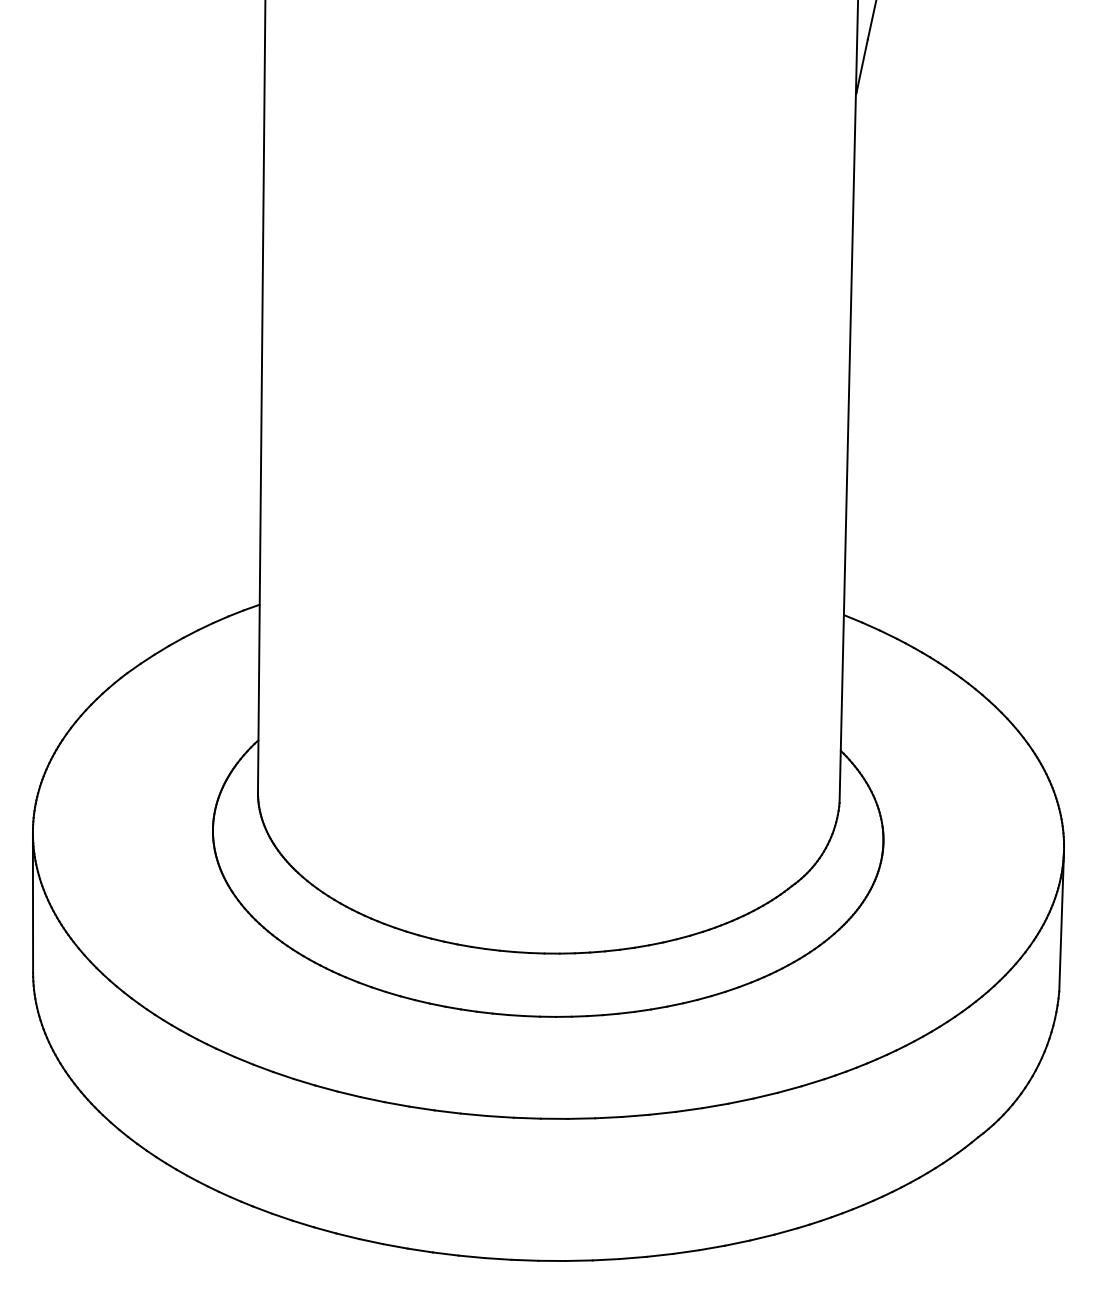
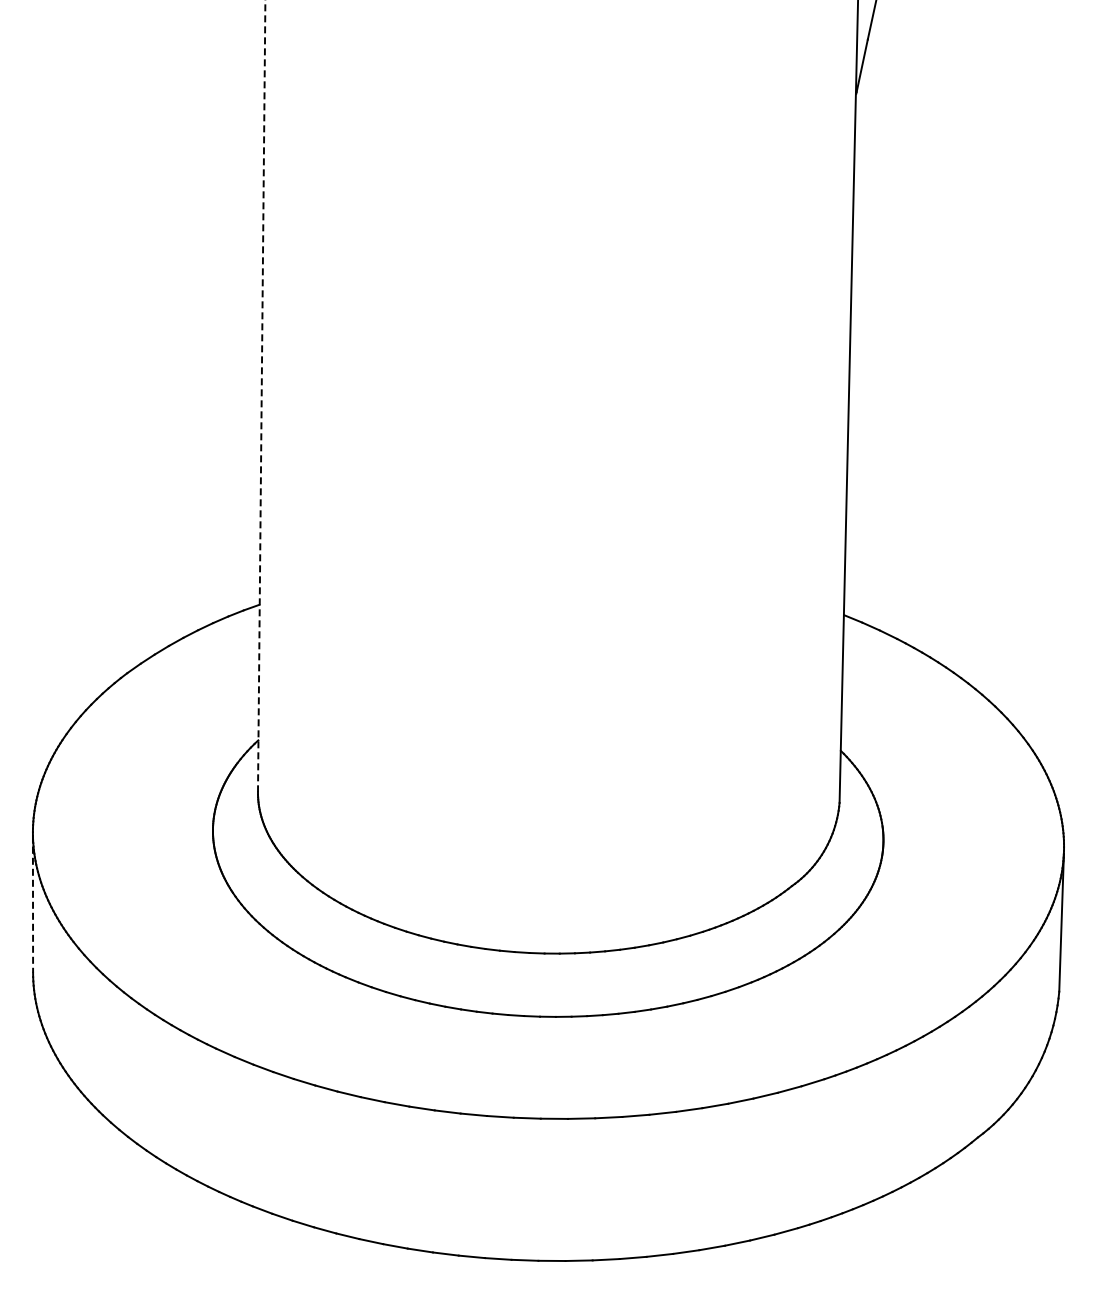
line at (261, 396): solid -> dashed
line at (33, 904): solid -> dashed
